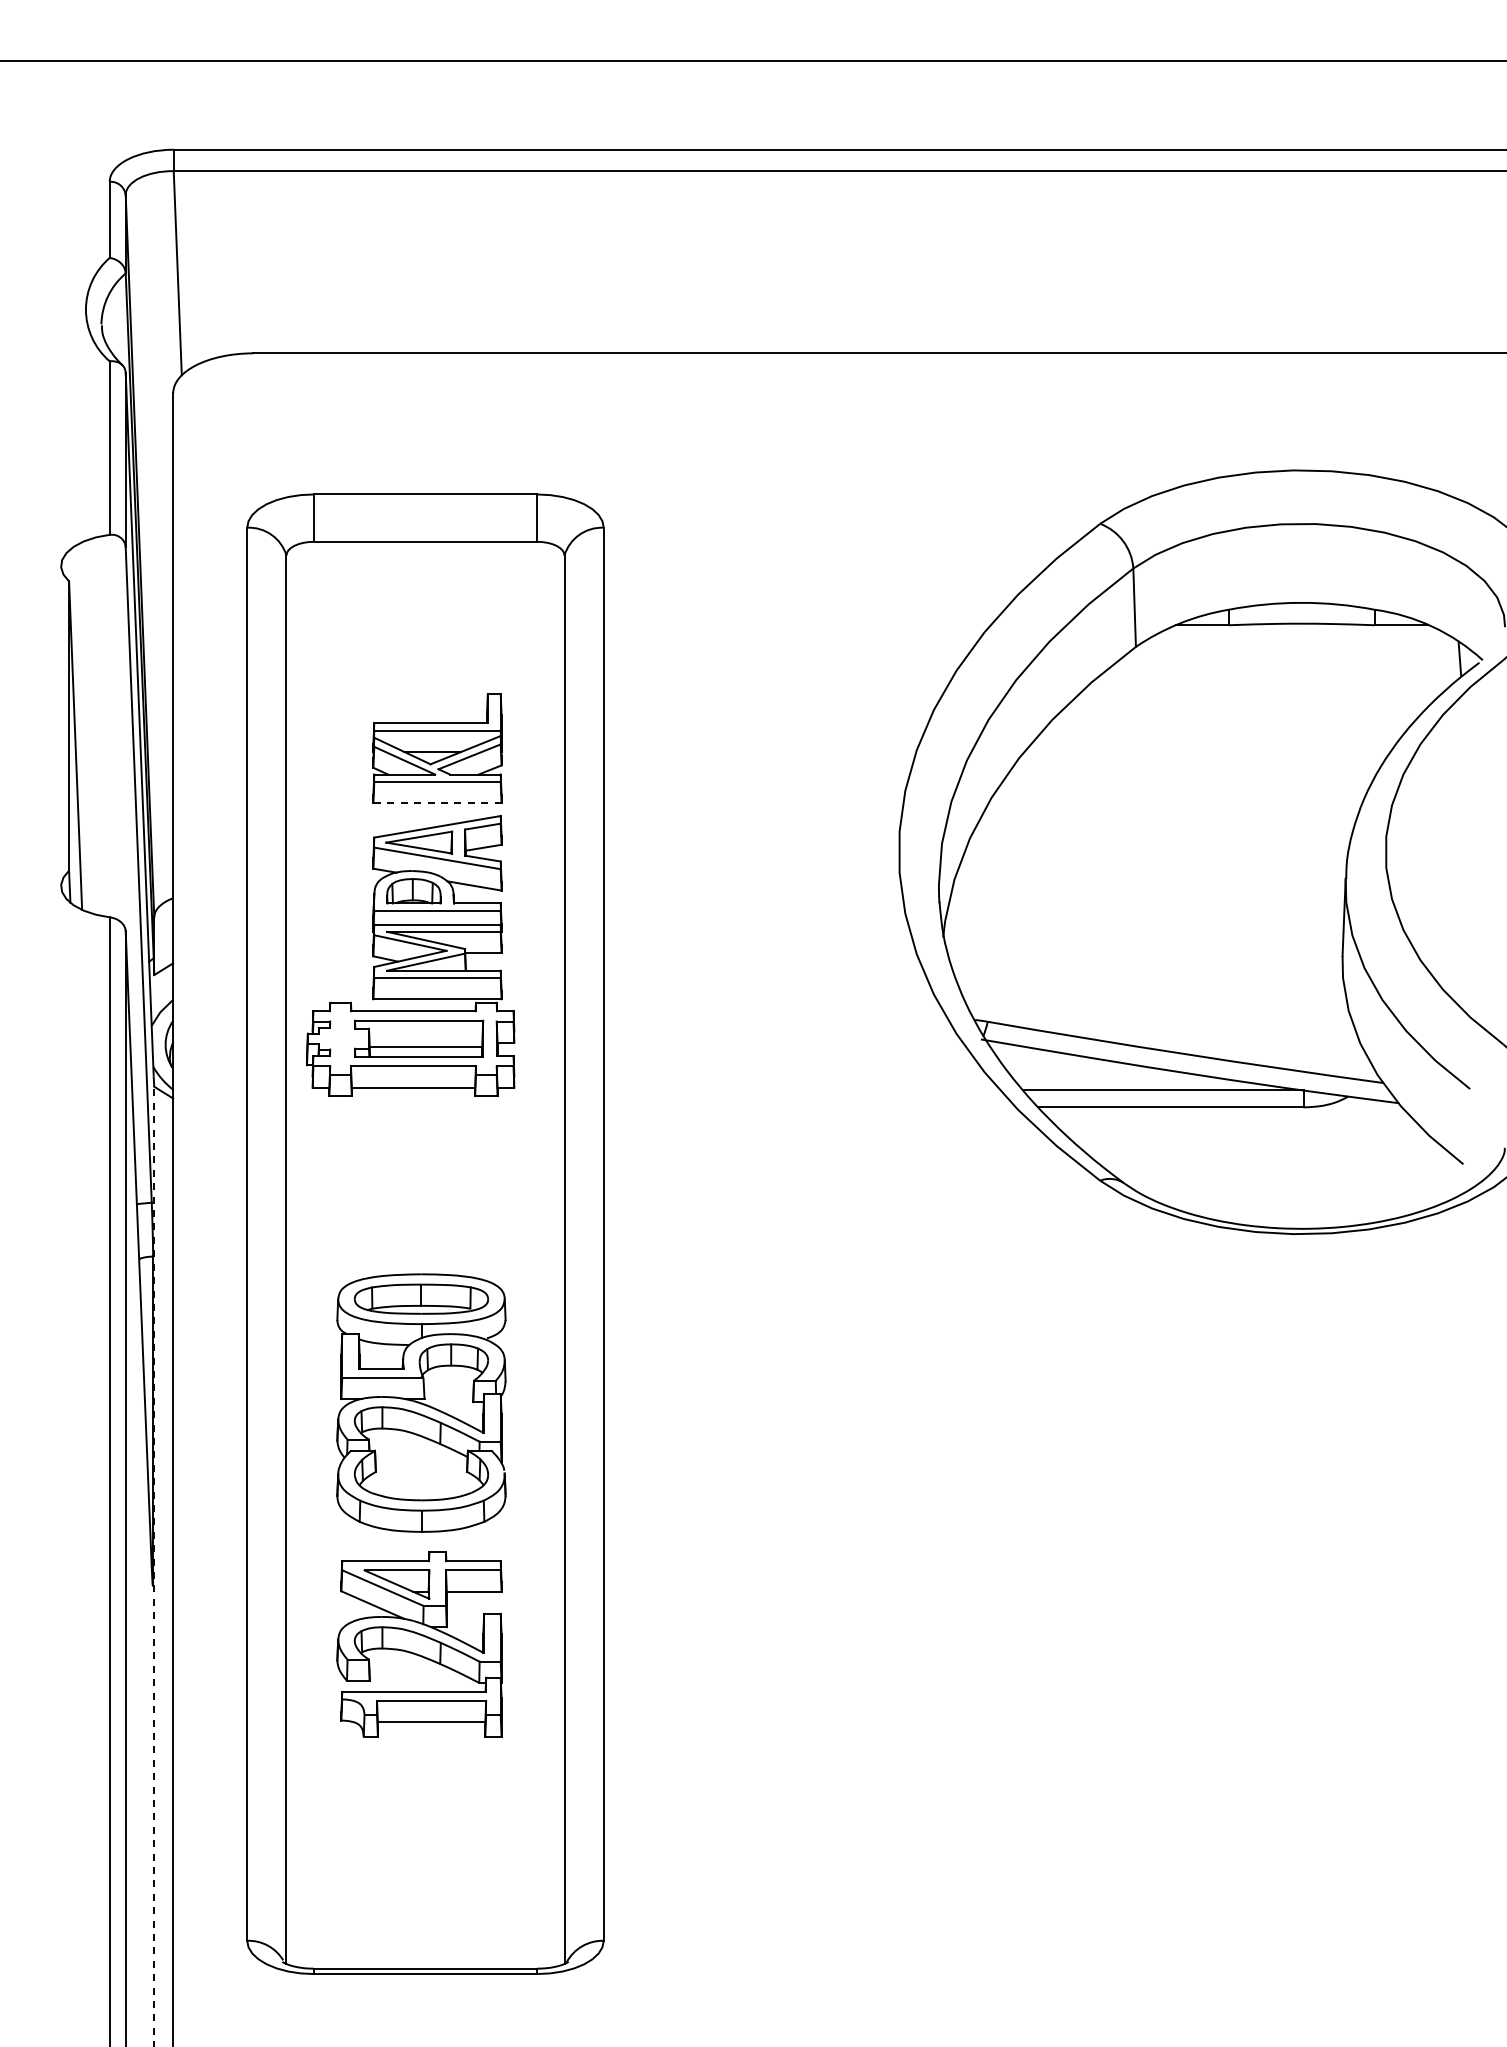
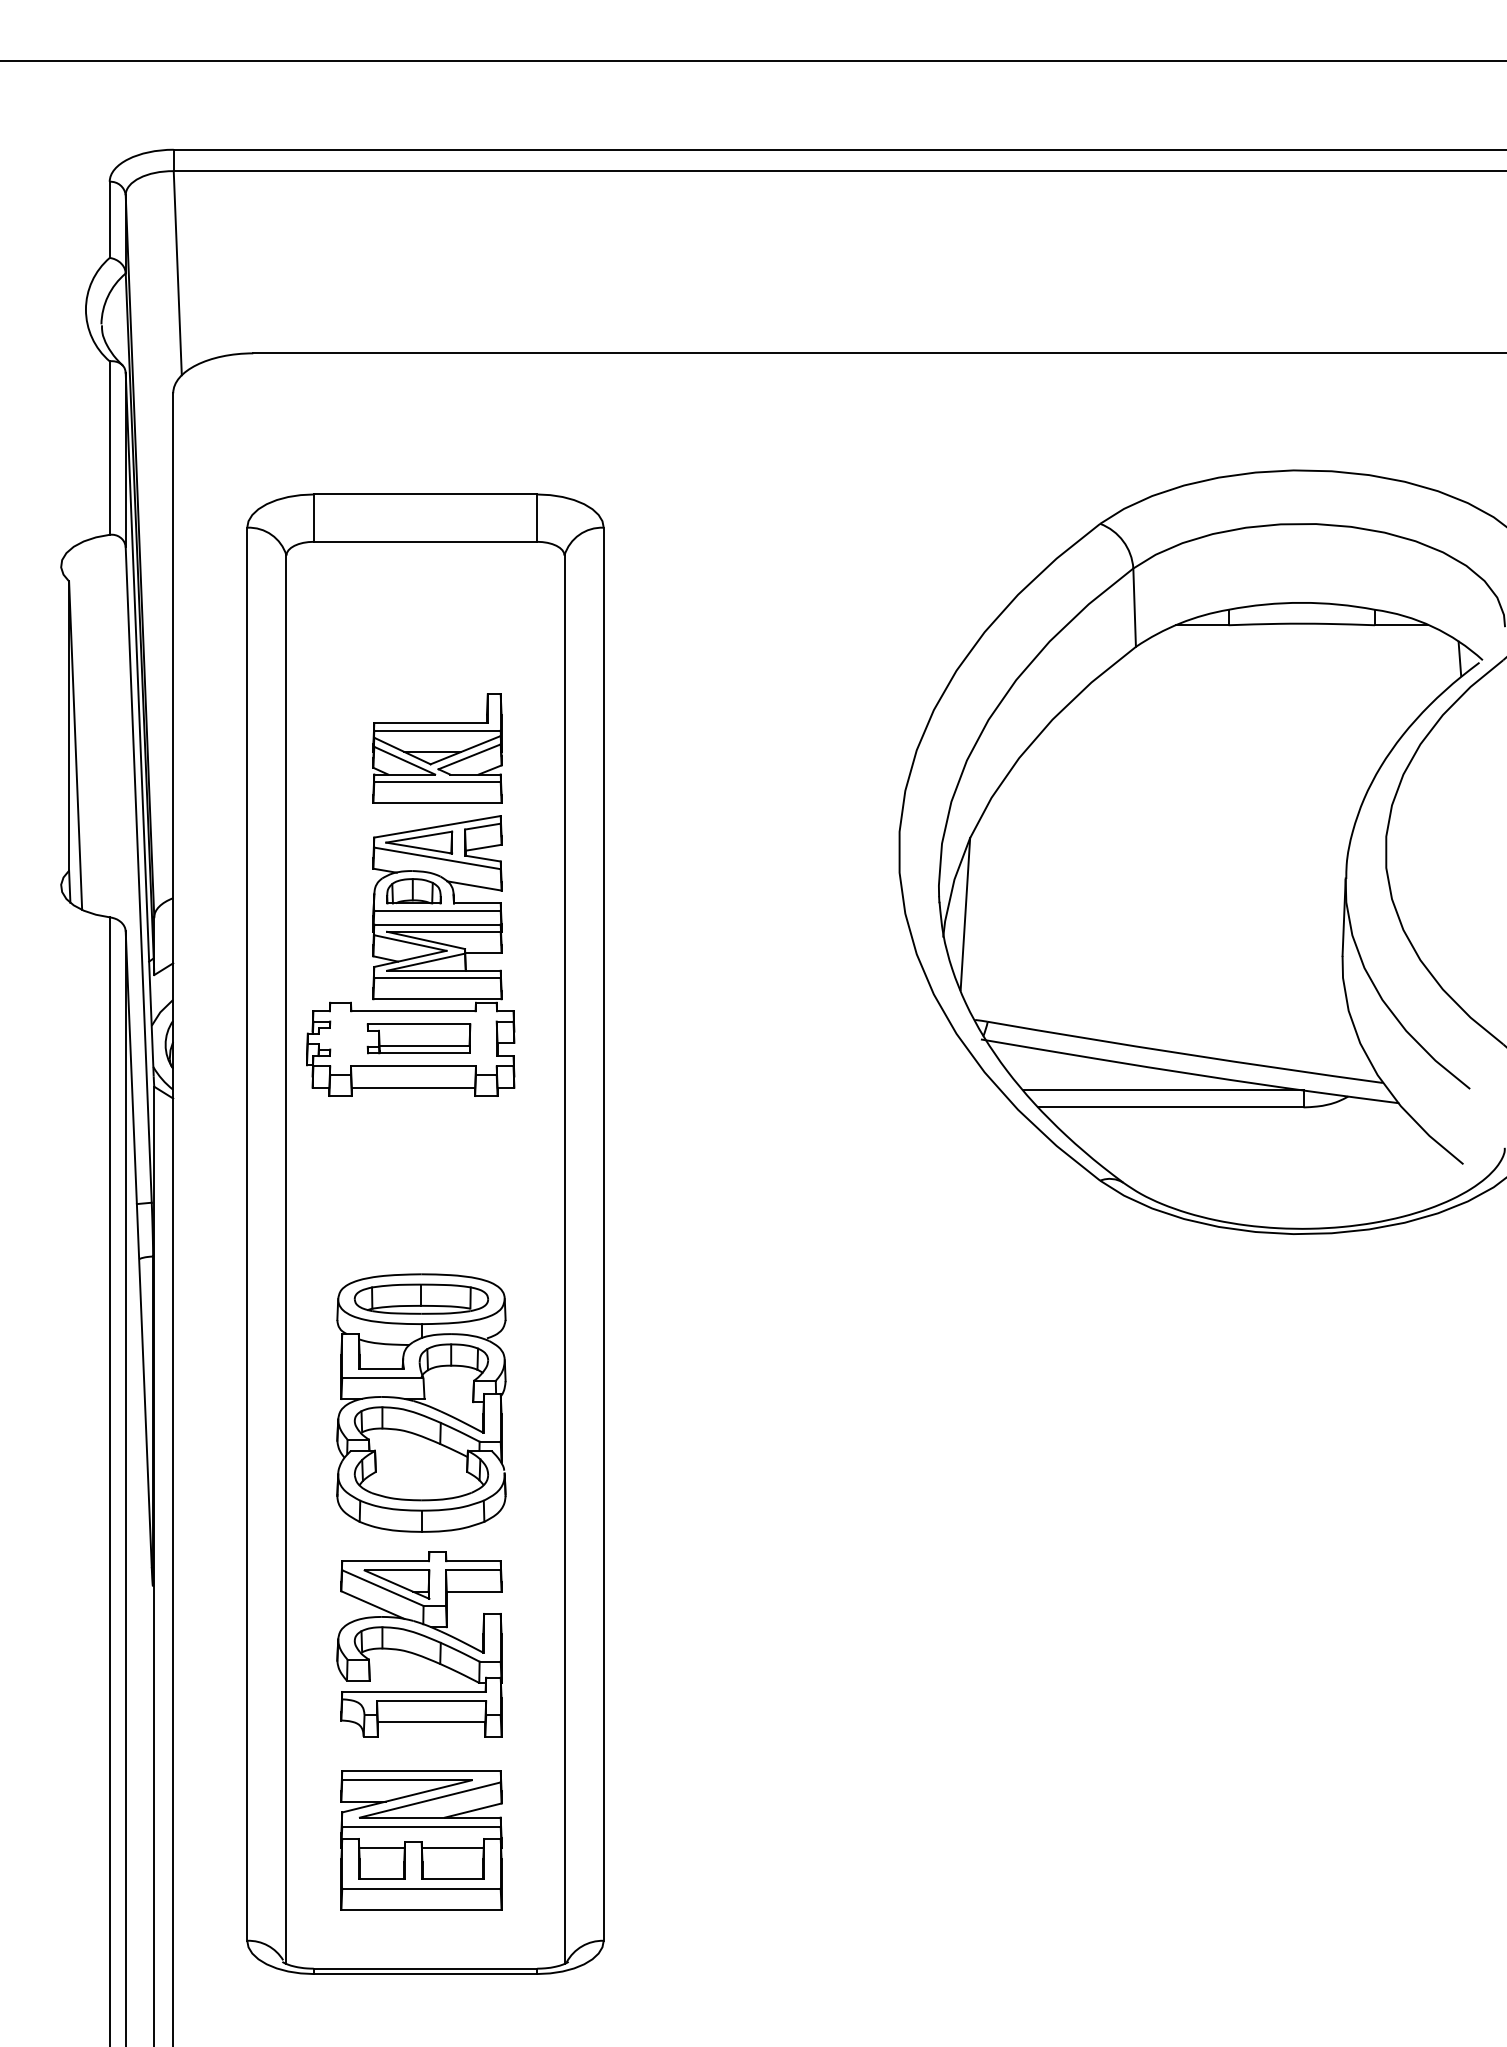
line at (437, 803): dashed -> solid
line at (965, 913): none -> present
part at (419, 1038) size: 131x39 px -> 106x32 px
line at (154, 1566): dashed -> solid
part at (421, 1840): none -> present
